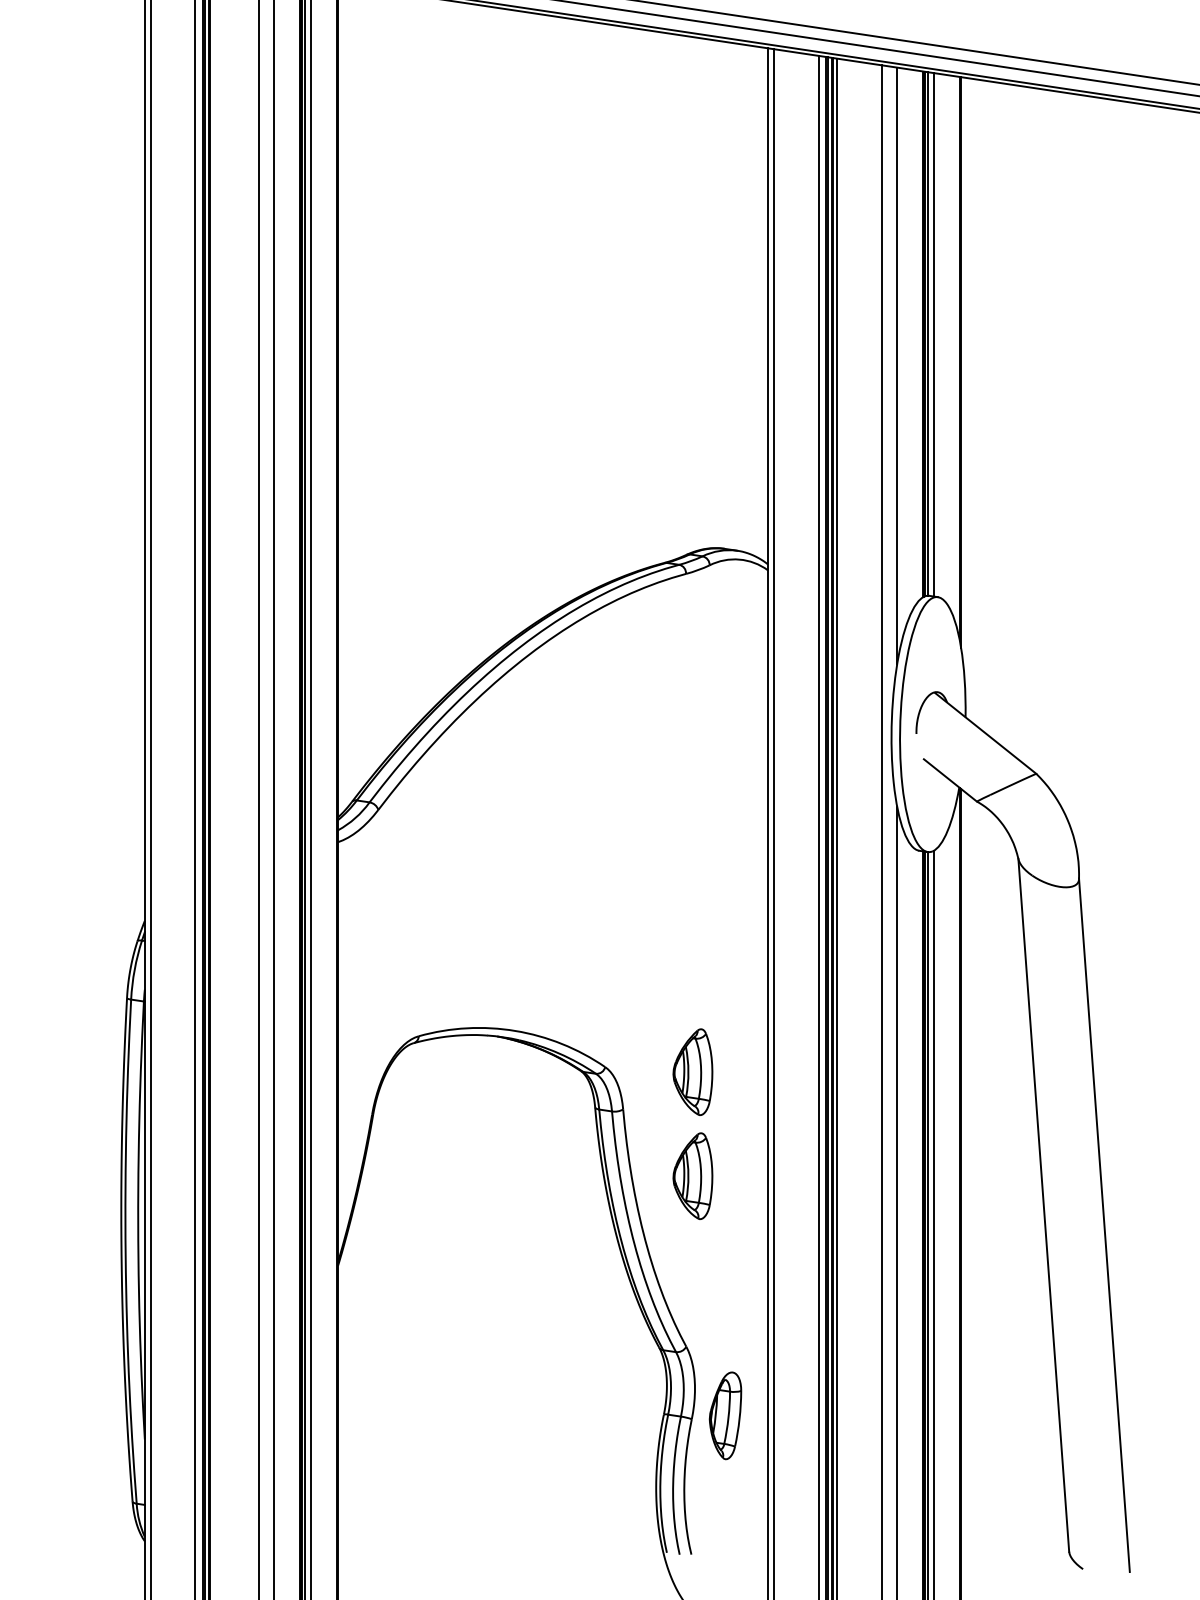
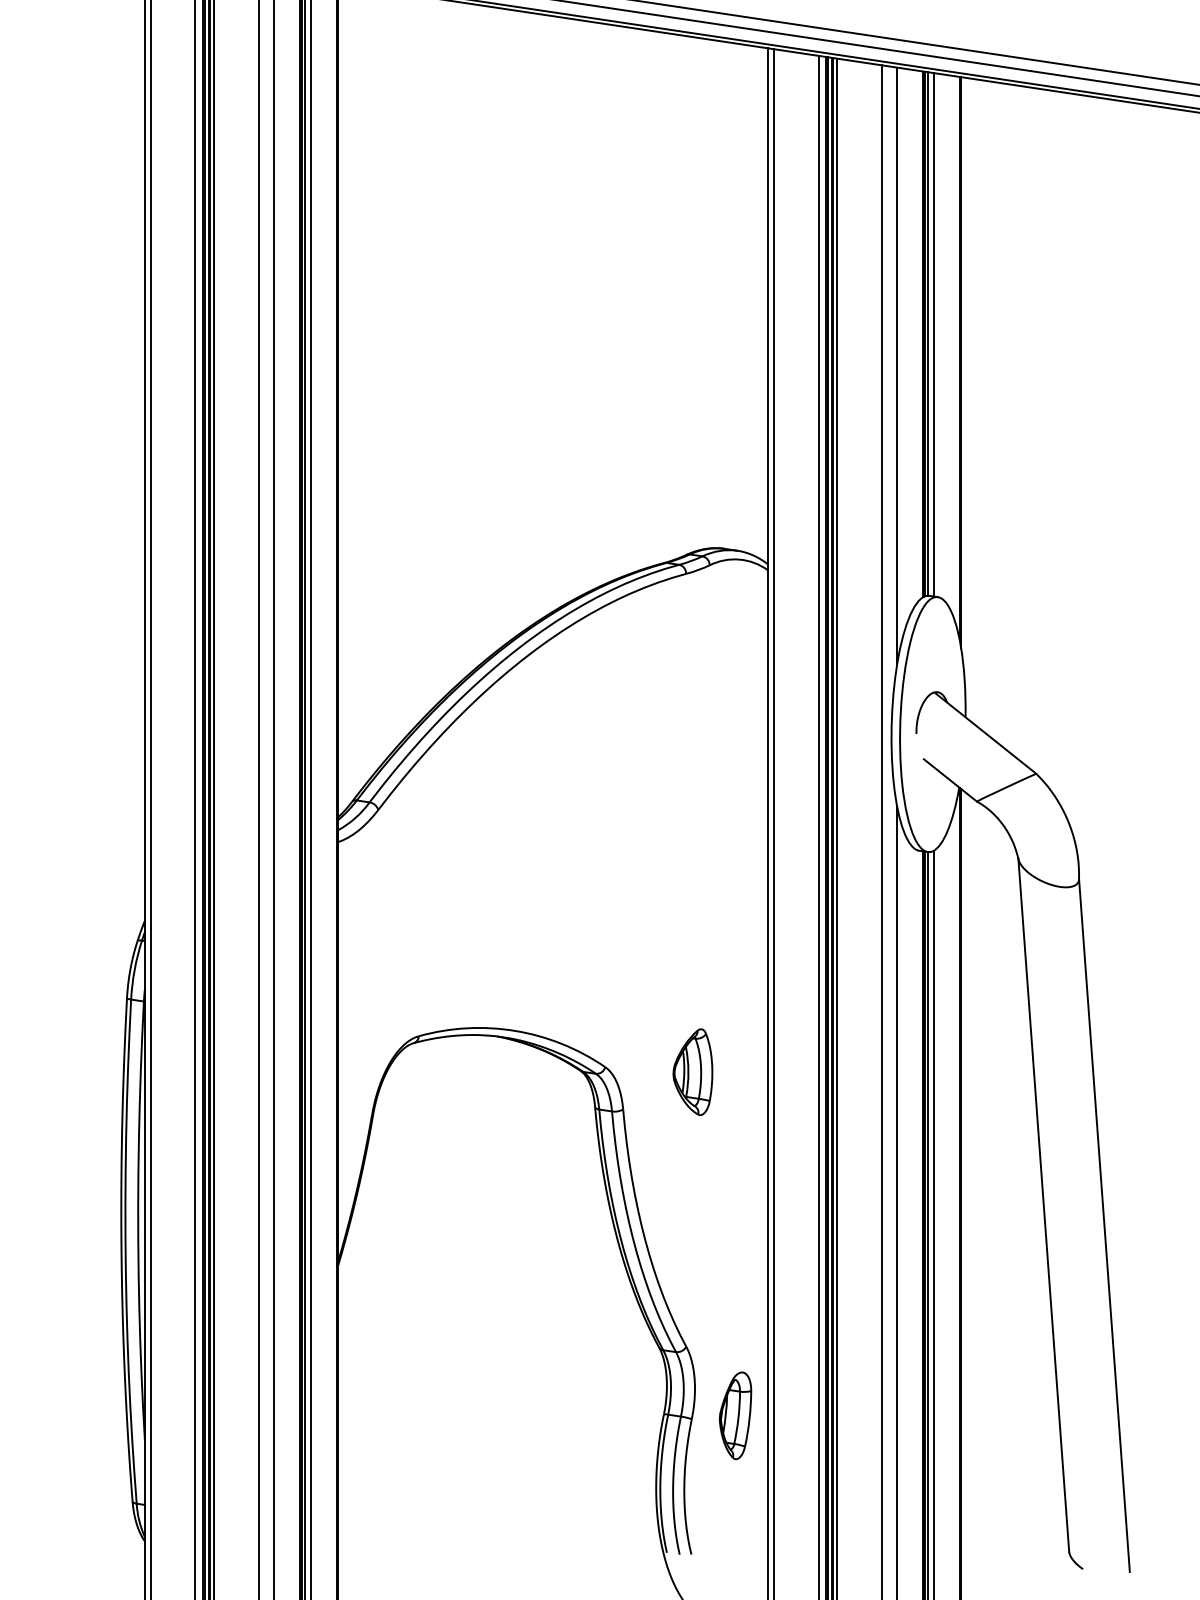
line at (213, 799): none -> present
part at (692, 1175): present -> none
part at (725, 1415) position: (725, 1415) -> (735, 1415)
